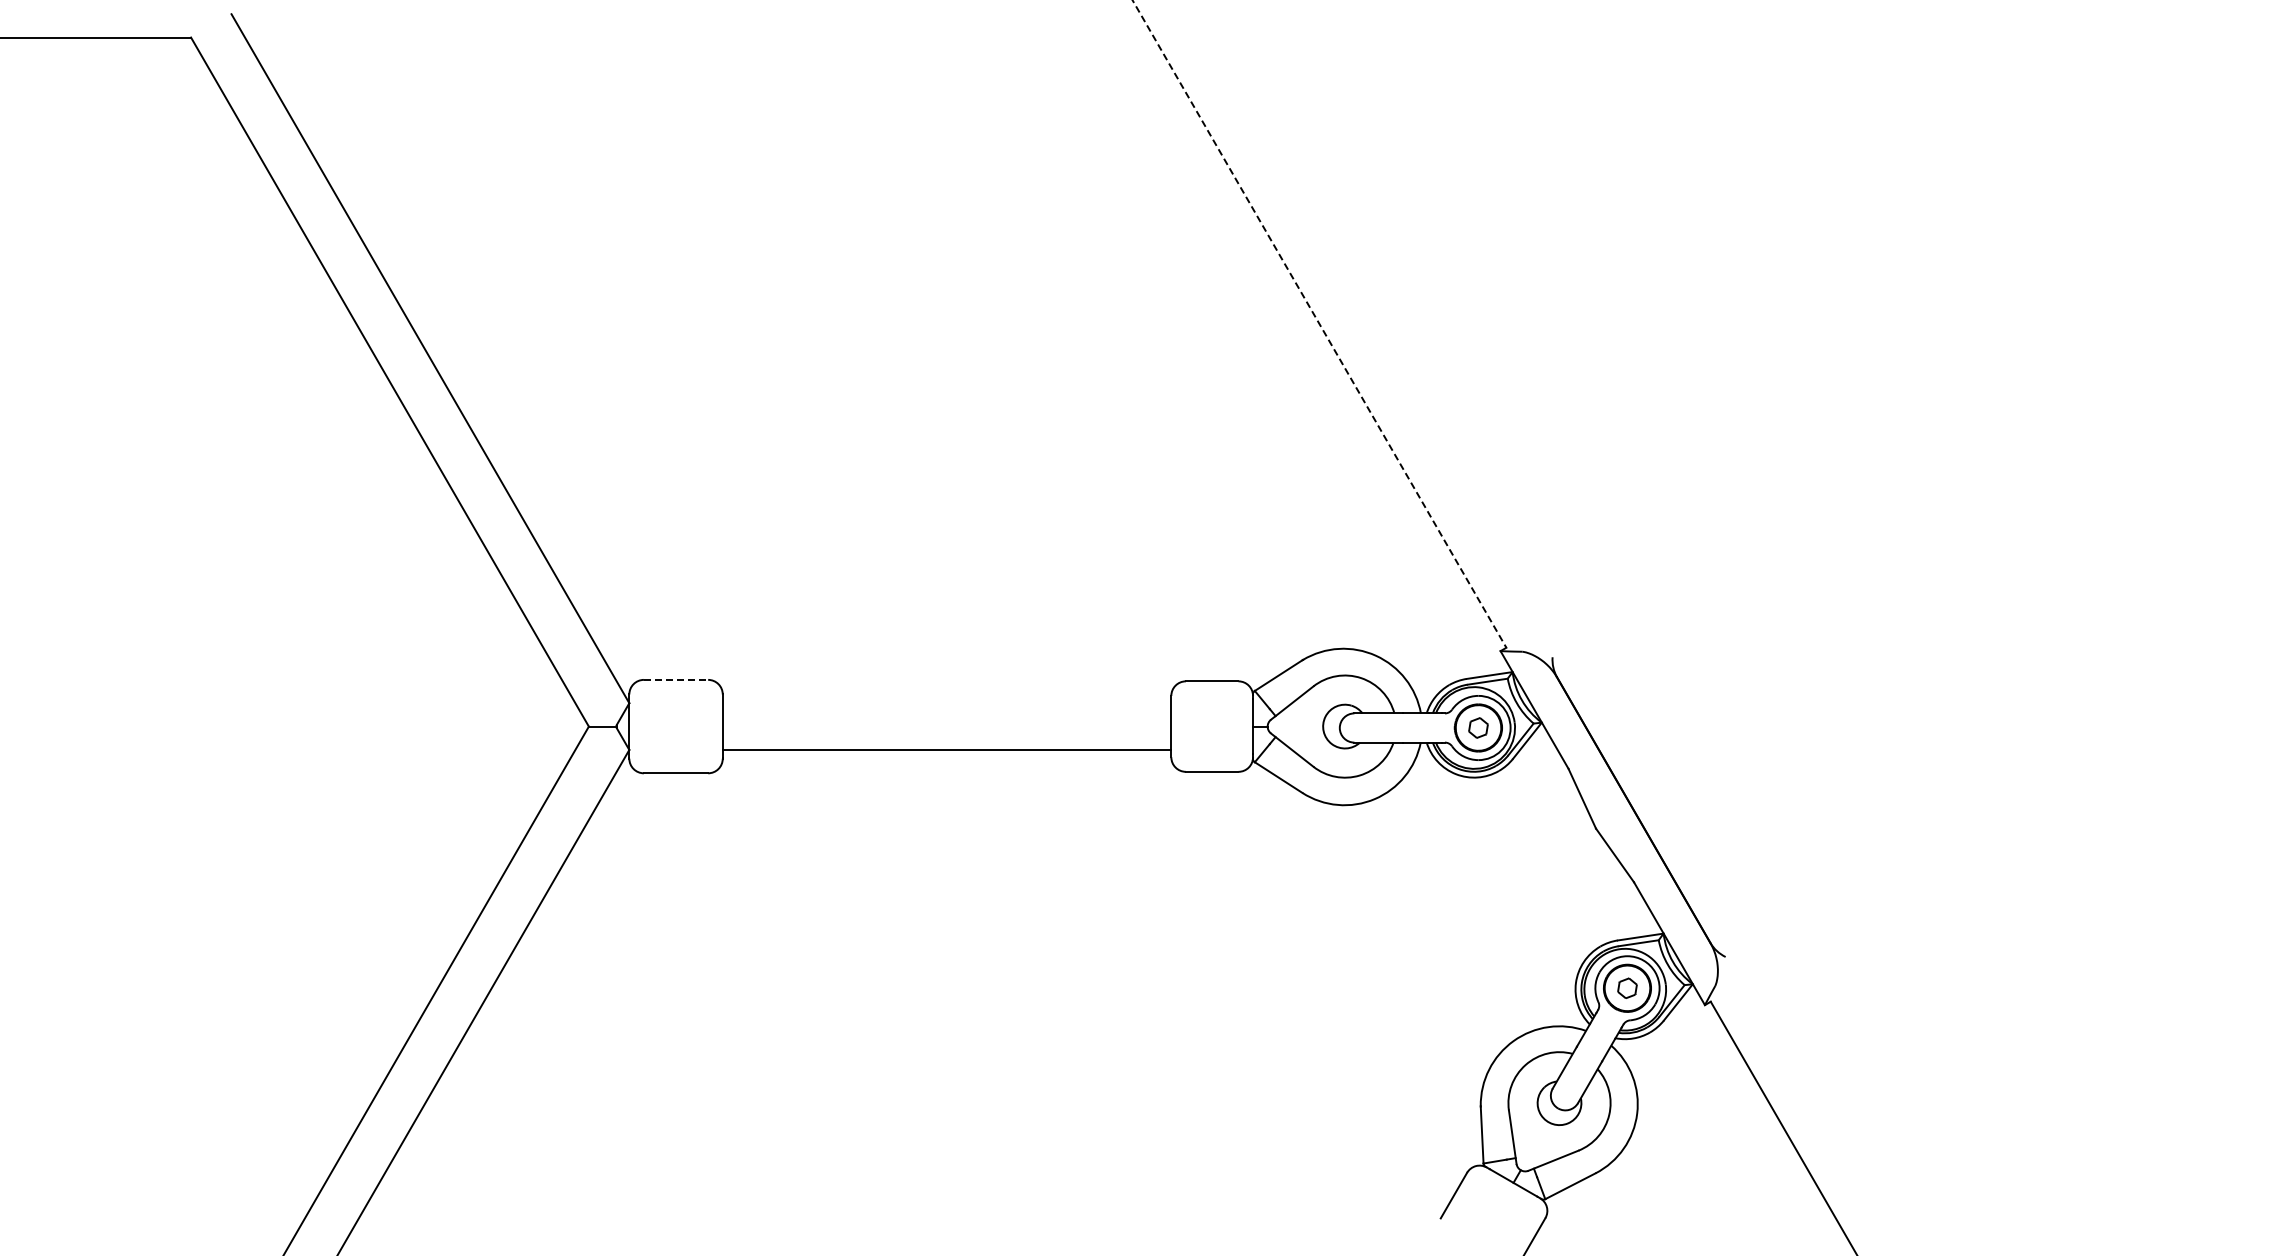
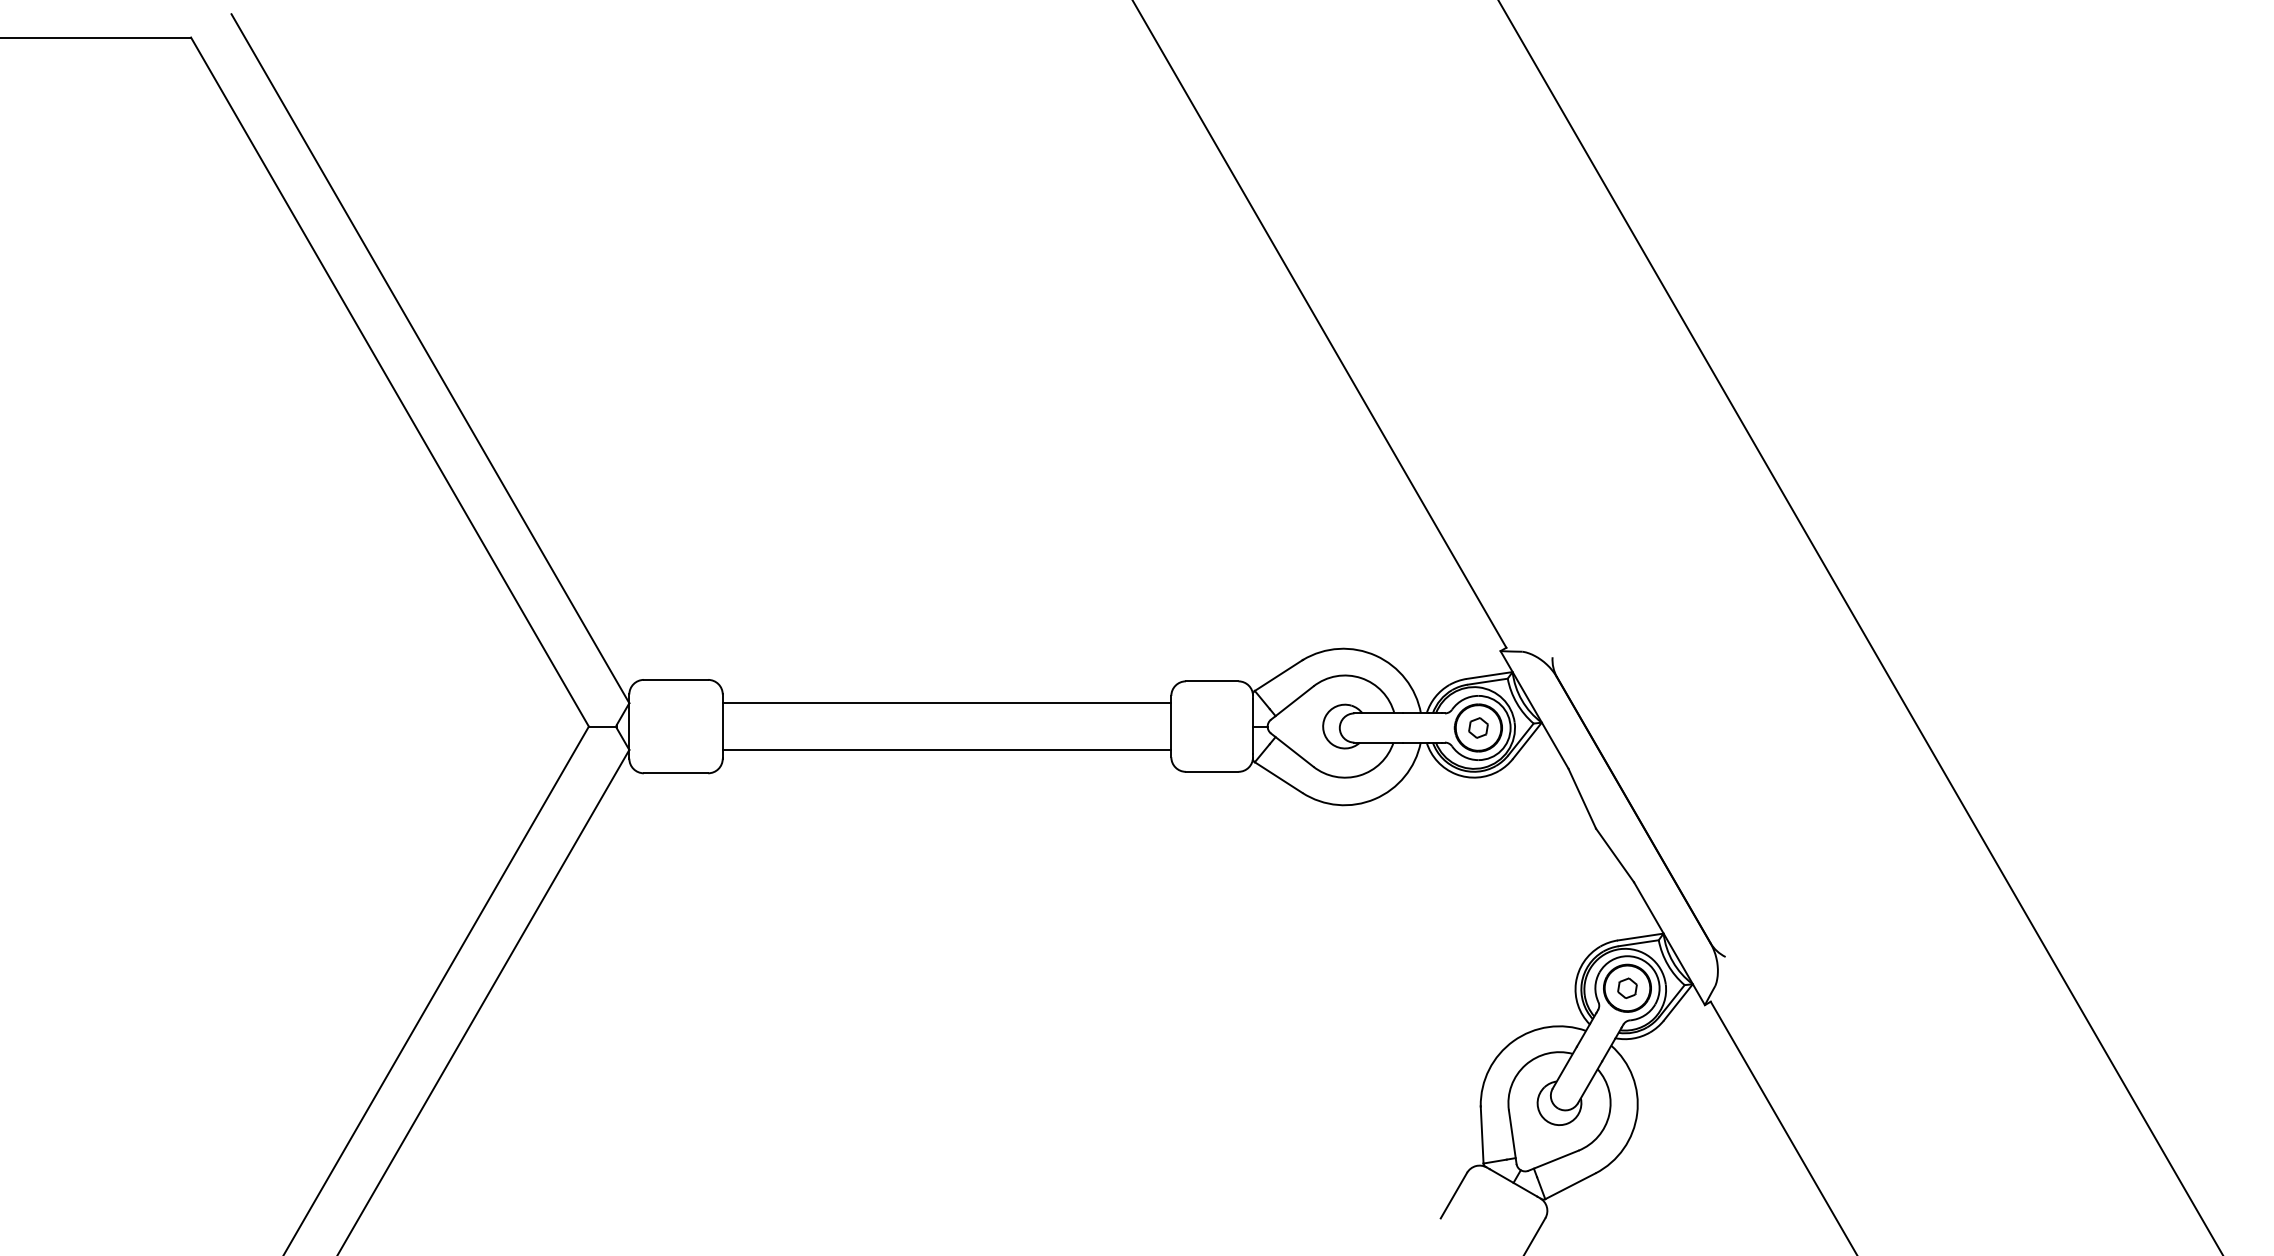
line at (1319, 323): dashed -> solid
line at (1860, 627): none -> present
line at (676, 679): dashed -> solid
line at (946, 703): none -> present
